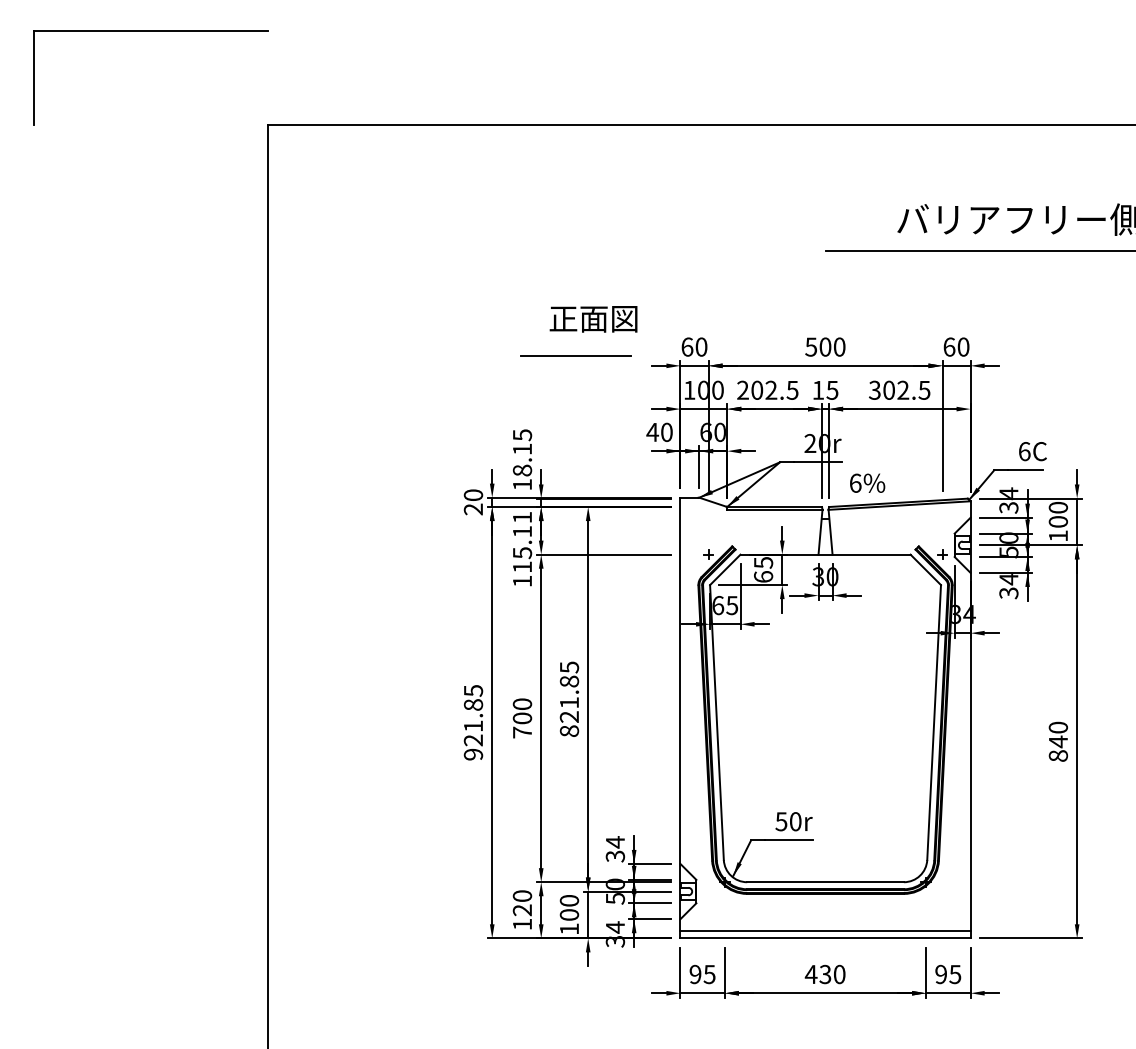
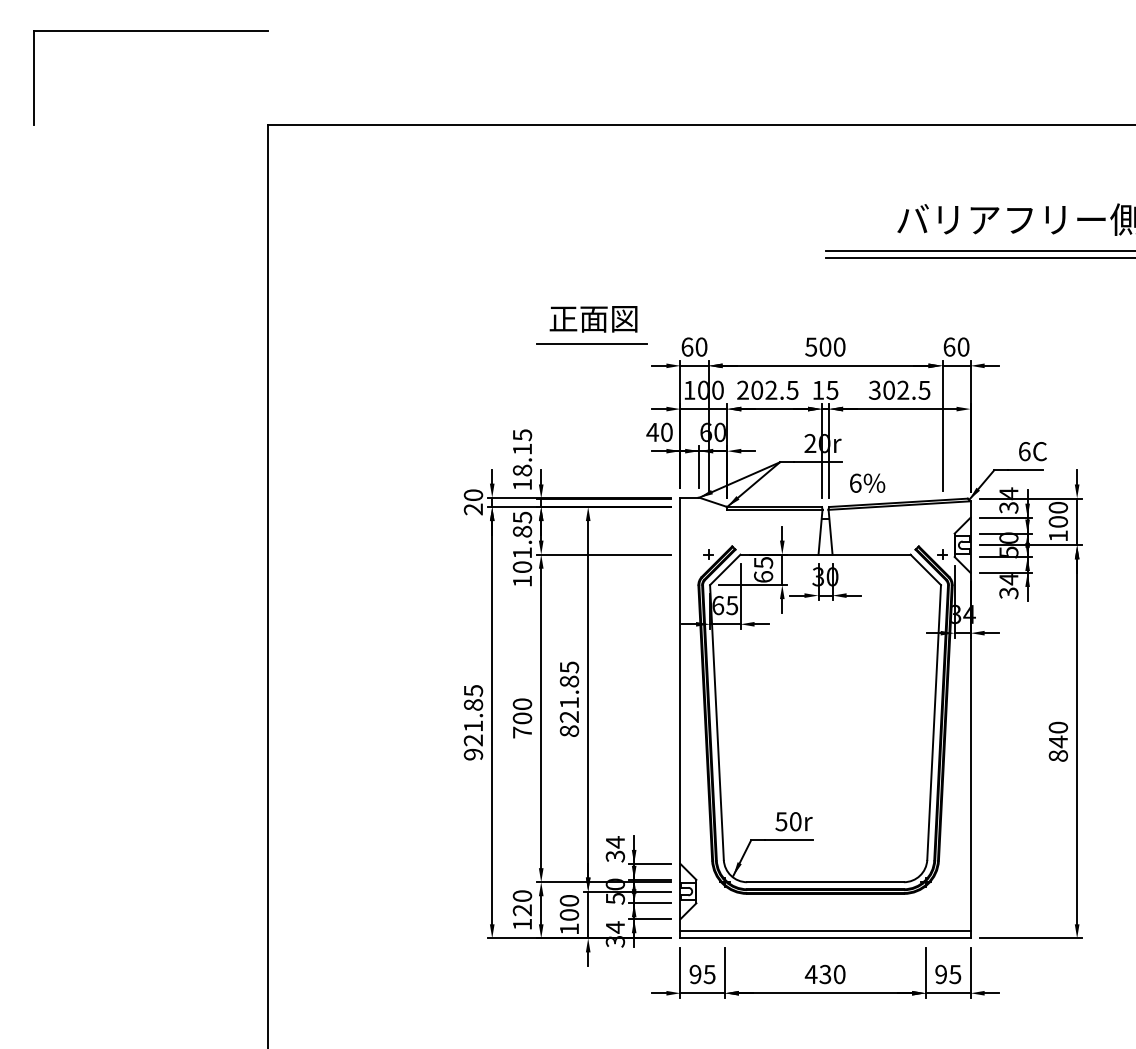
line at (979, 258): none -> present
line at (575, 355) position: (575, 355) -> (591, 343)
text at (522, 541): 115.11 -> 101.85
